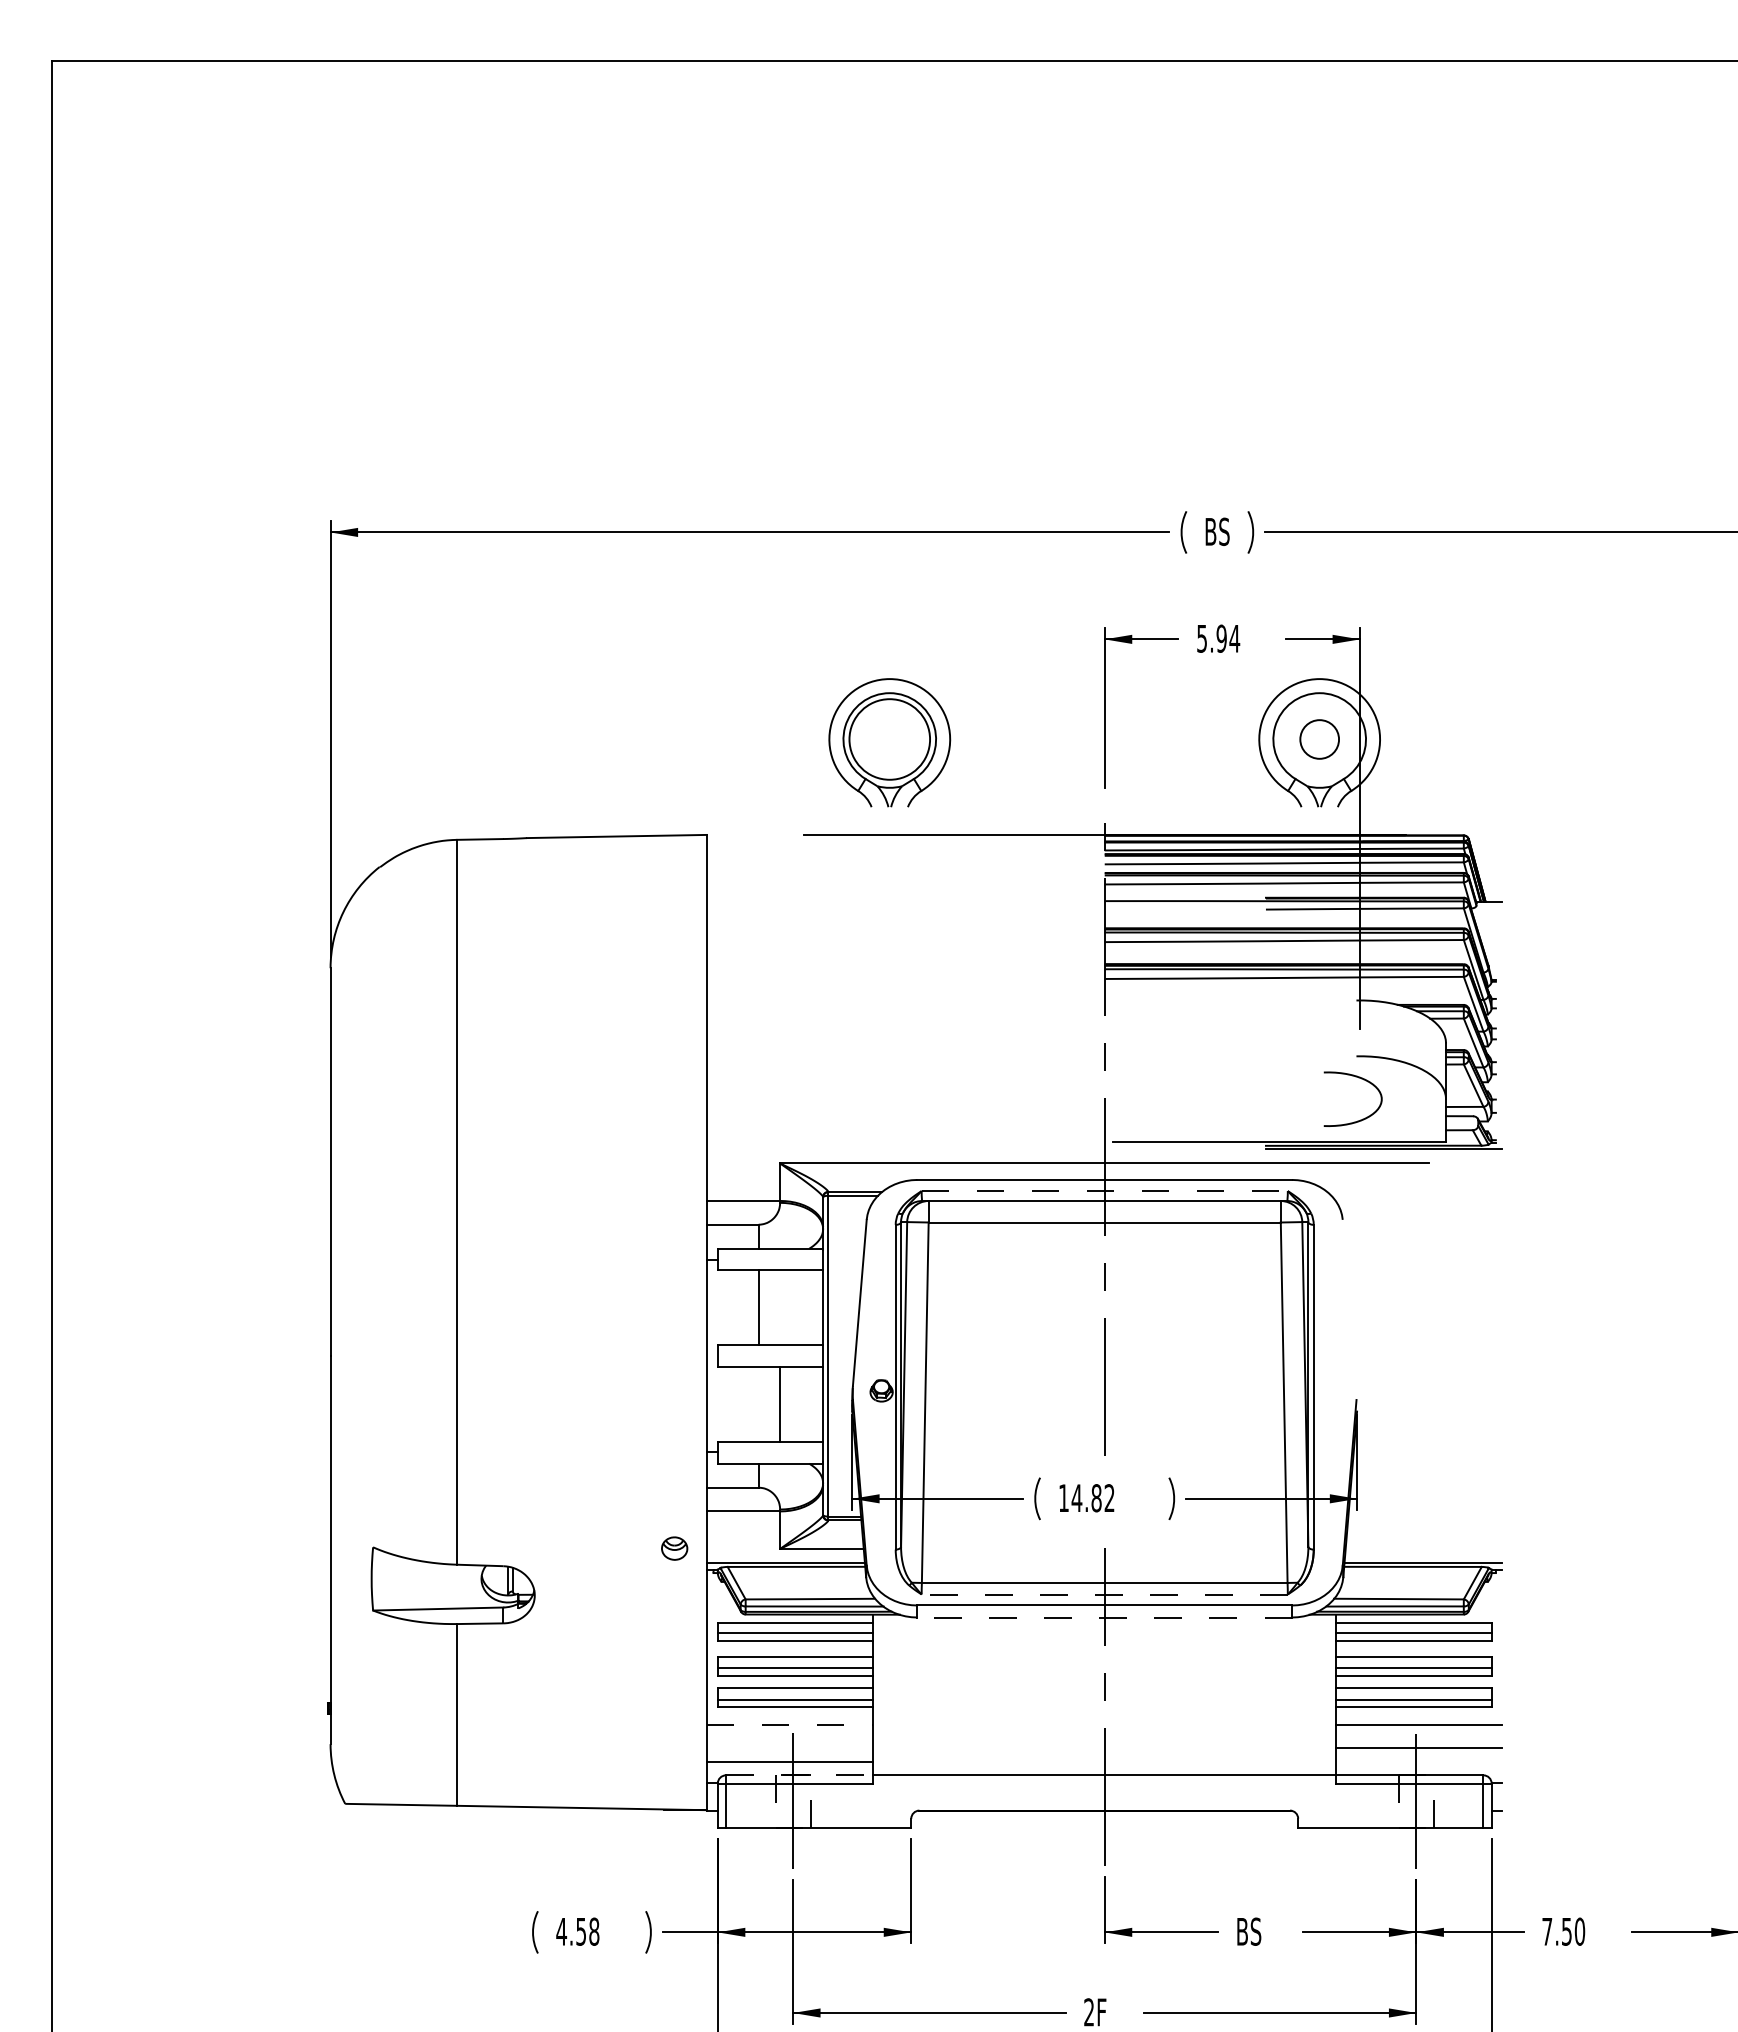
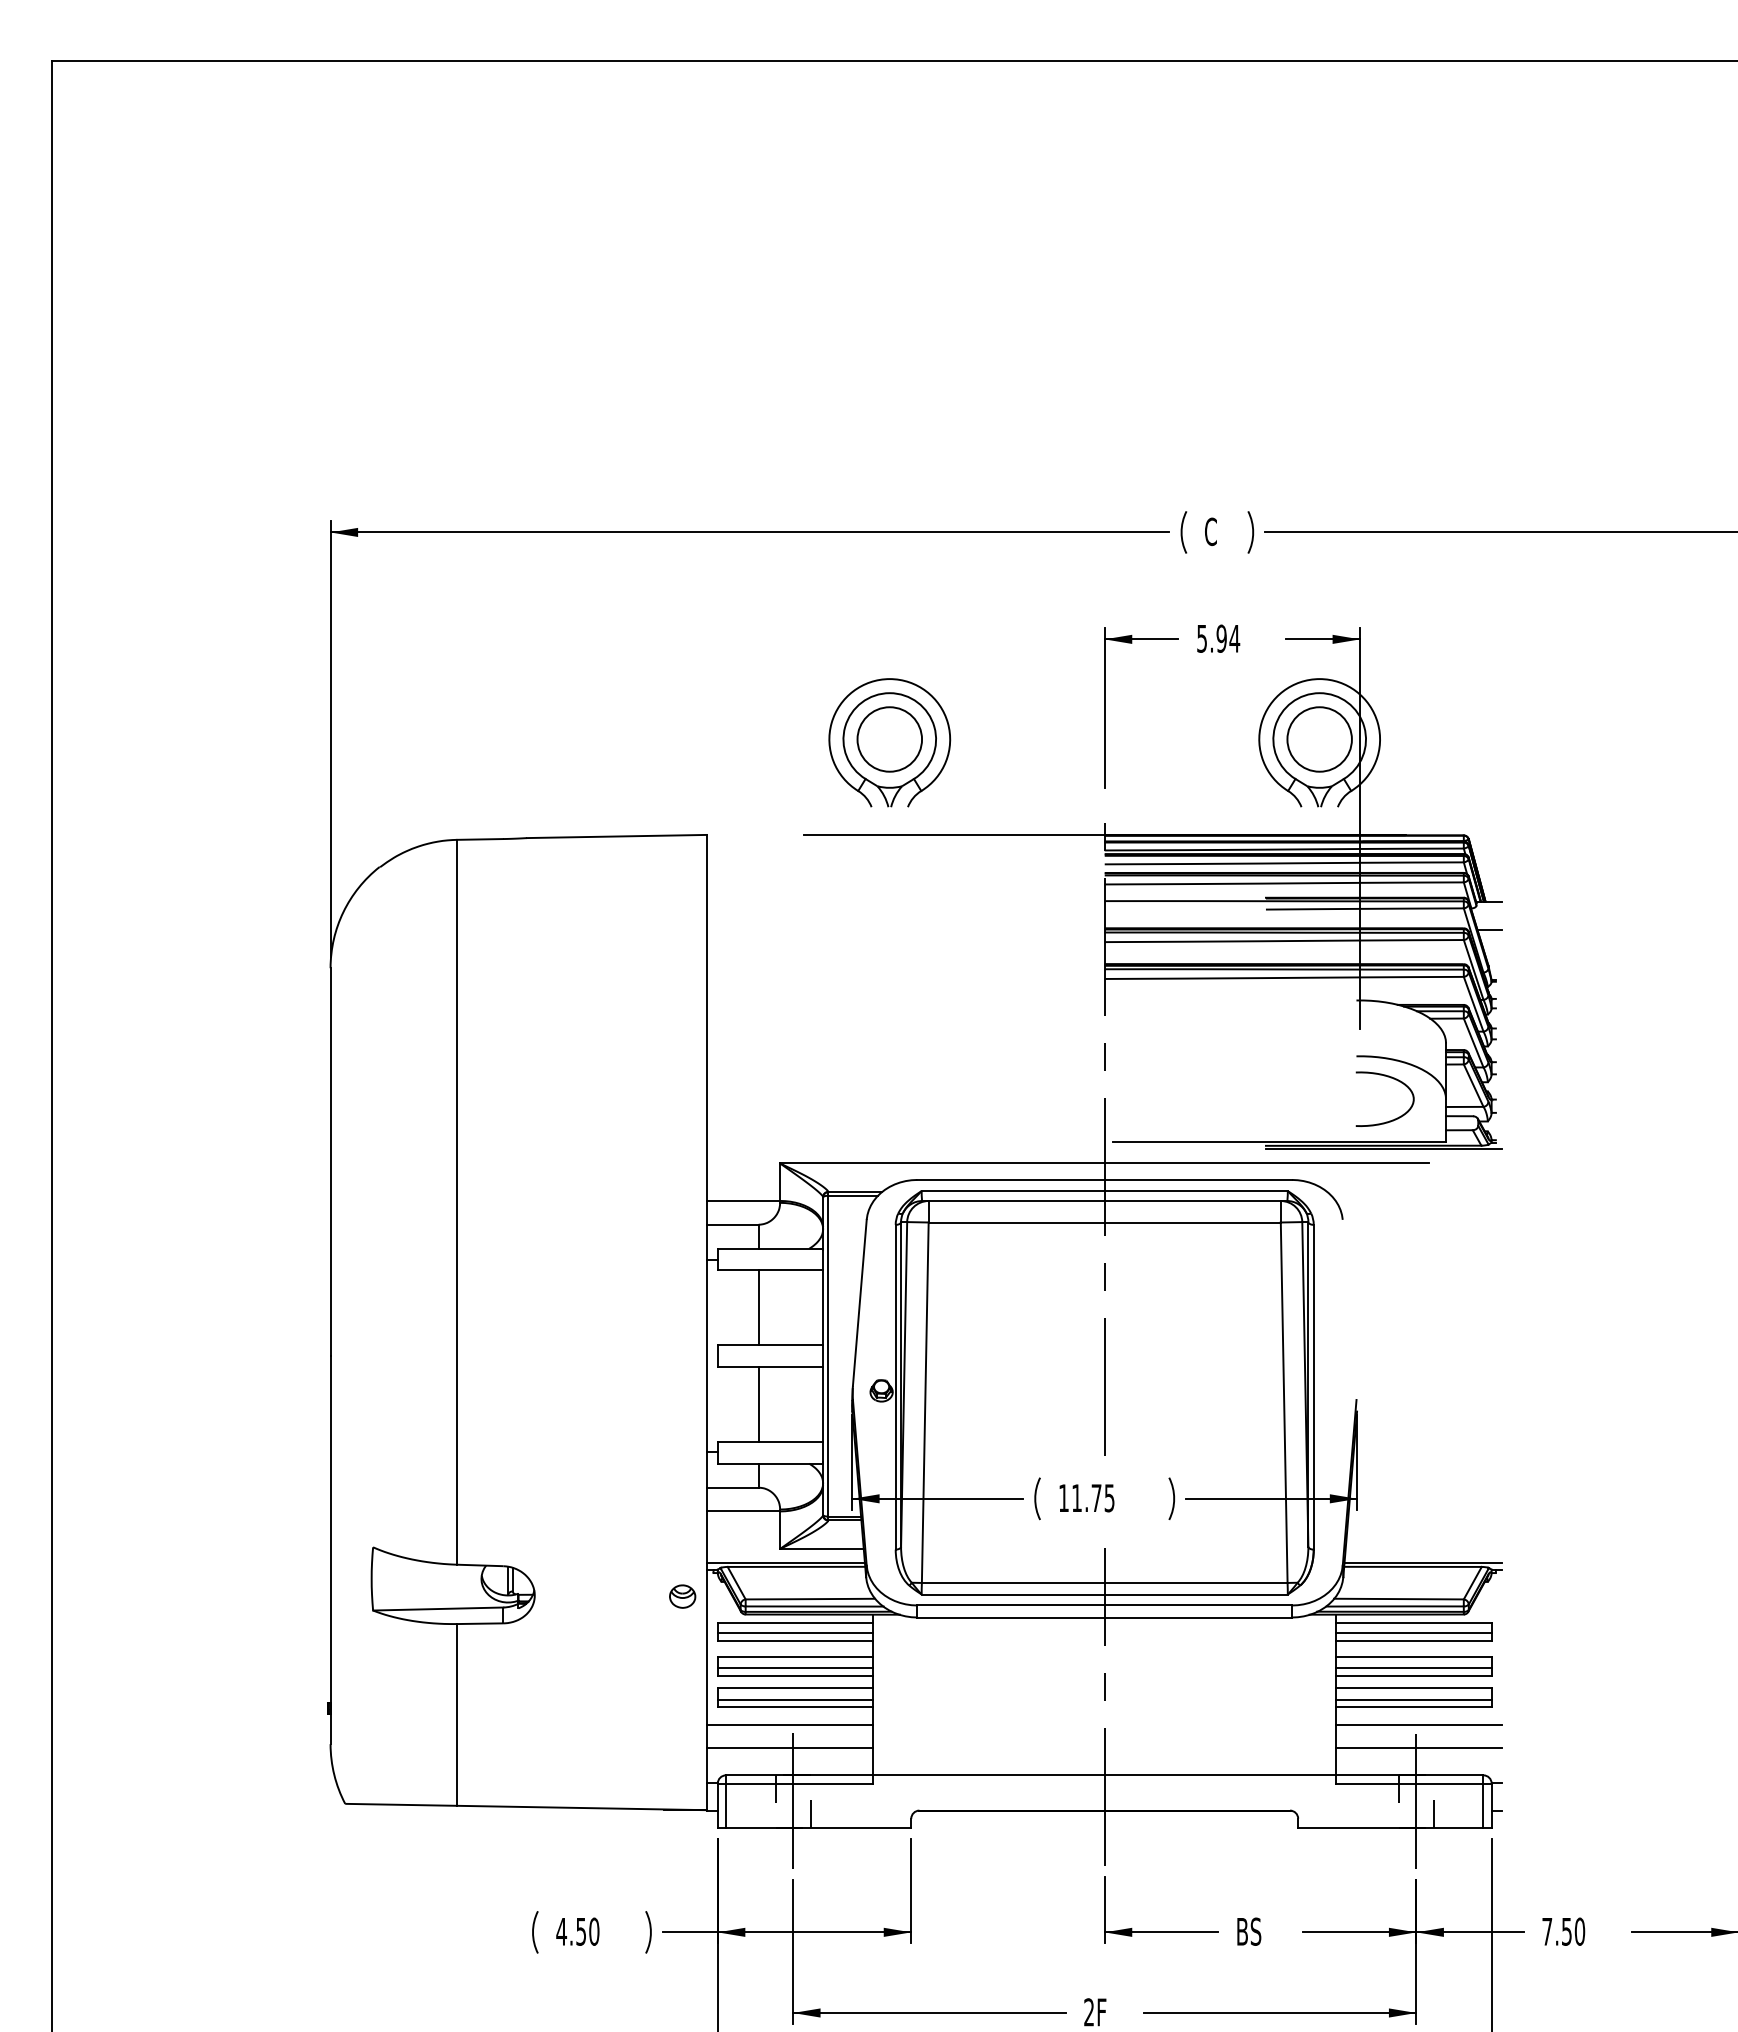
text at (1217, 531): BS -> C
circle at (889, 739) diameter: 81 px -> 64 px
circle at (1319, 739) diameter: 39 px -> 64 px
line at (1489, 929): none -> present
curve at (1358, 1078) position: (1358, 1078) -> (1390, 1078)
line at (1105, 1191): dashed -> solid
line at (779, 1404) position: (779, 1404) -> (758, 1404)
text at (1092, 1498): 14.82 -> 11.75
part at (674, 1548) position: (674, 1548) -> (682, 1596)
line at (1104, 1594): dashed -> solid
line at (1104, 1617): dashed -> solid
line at (790, 1724): dashed -> solid
line at (789, 1761) position: (789, 1761) -> (789, 1747)
line at (799, 1775): dashed -> solid
text at (594, 1931): 4.58 -> 4.50
